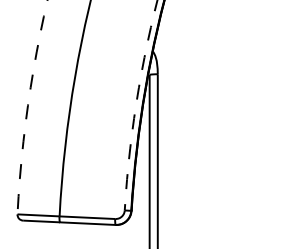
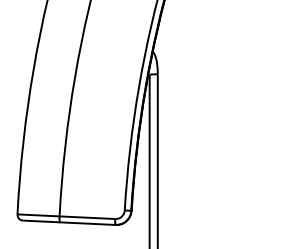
arc at (136, 104): dashed -> solid
arc at (27, 108): dashed -> solid
